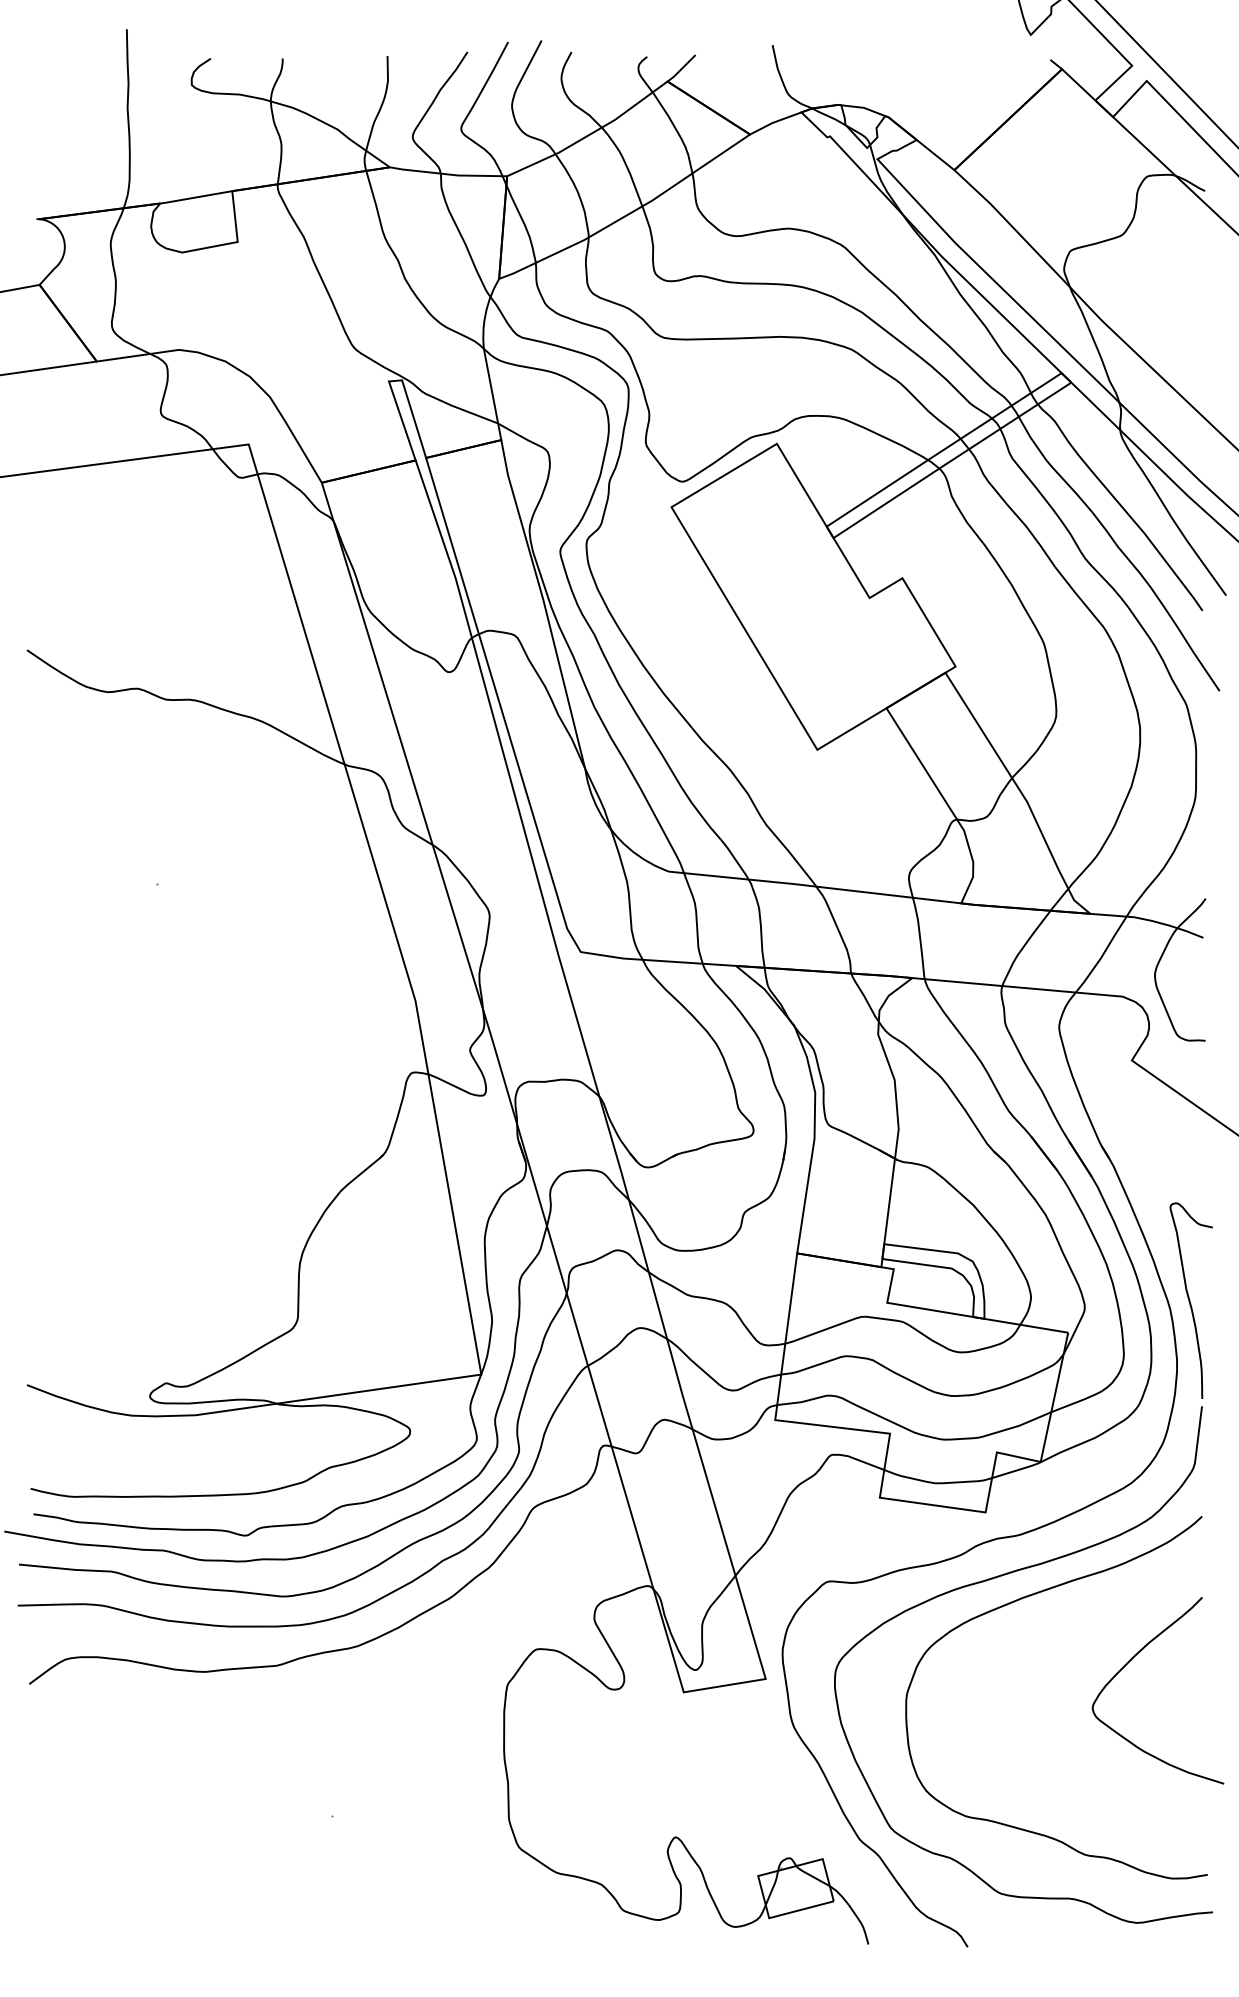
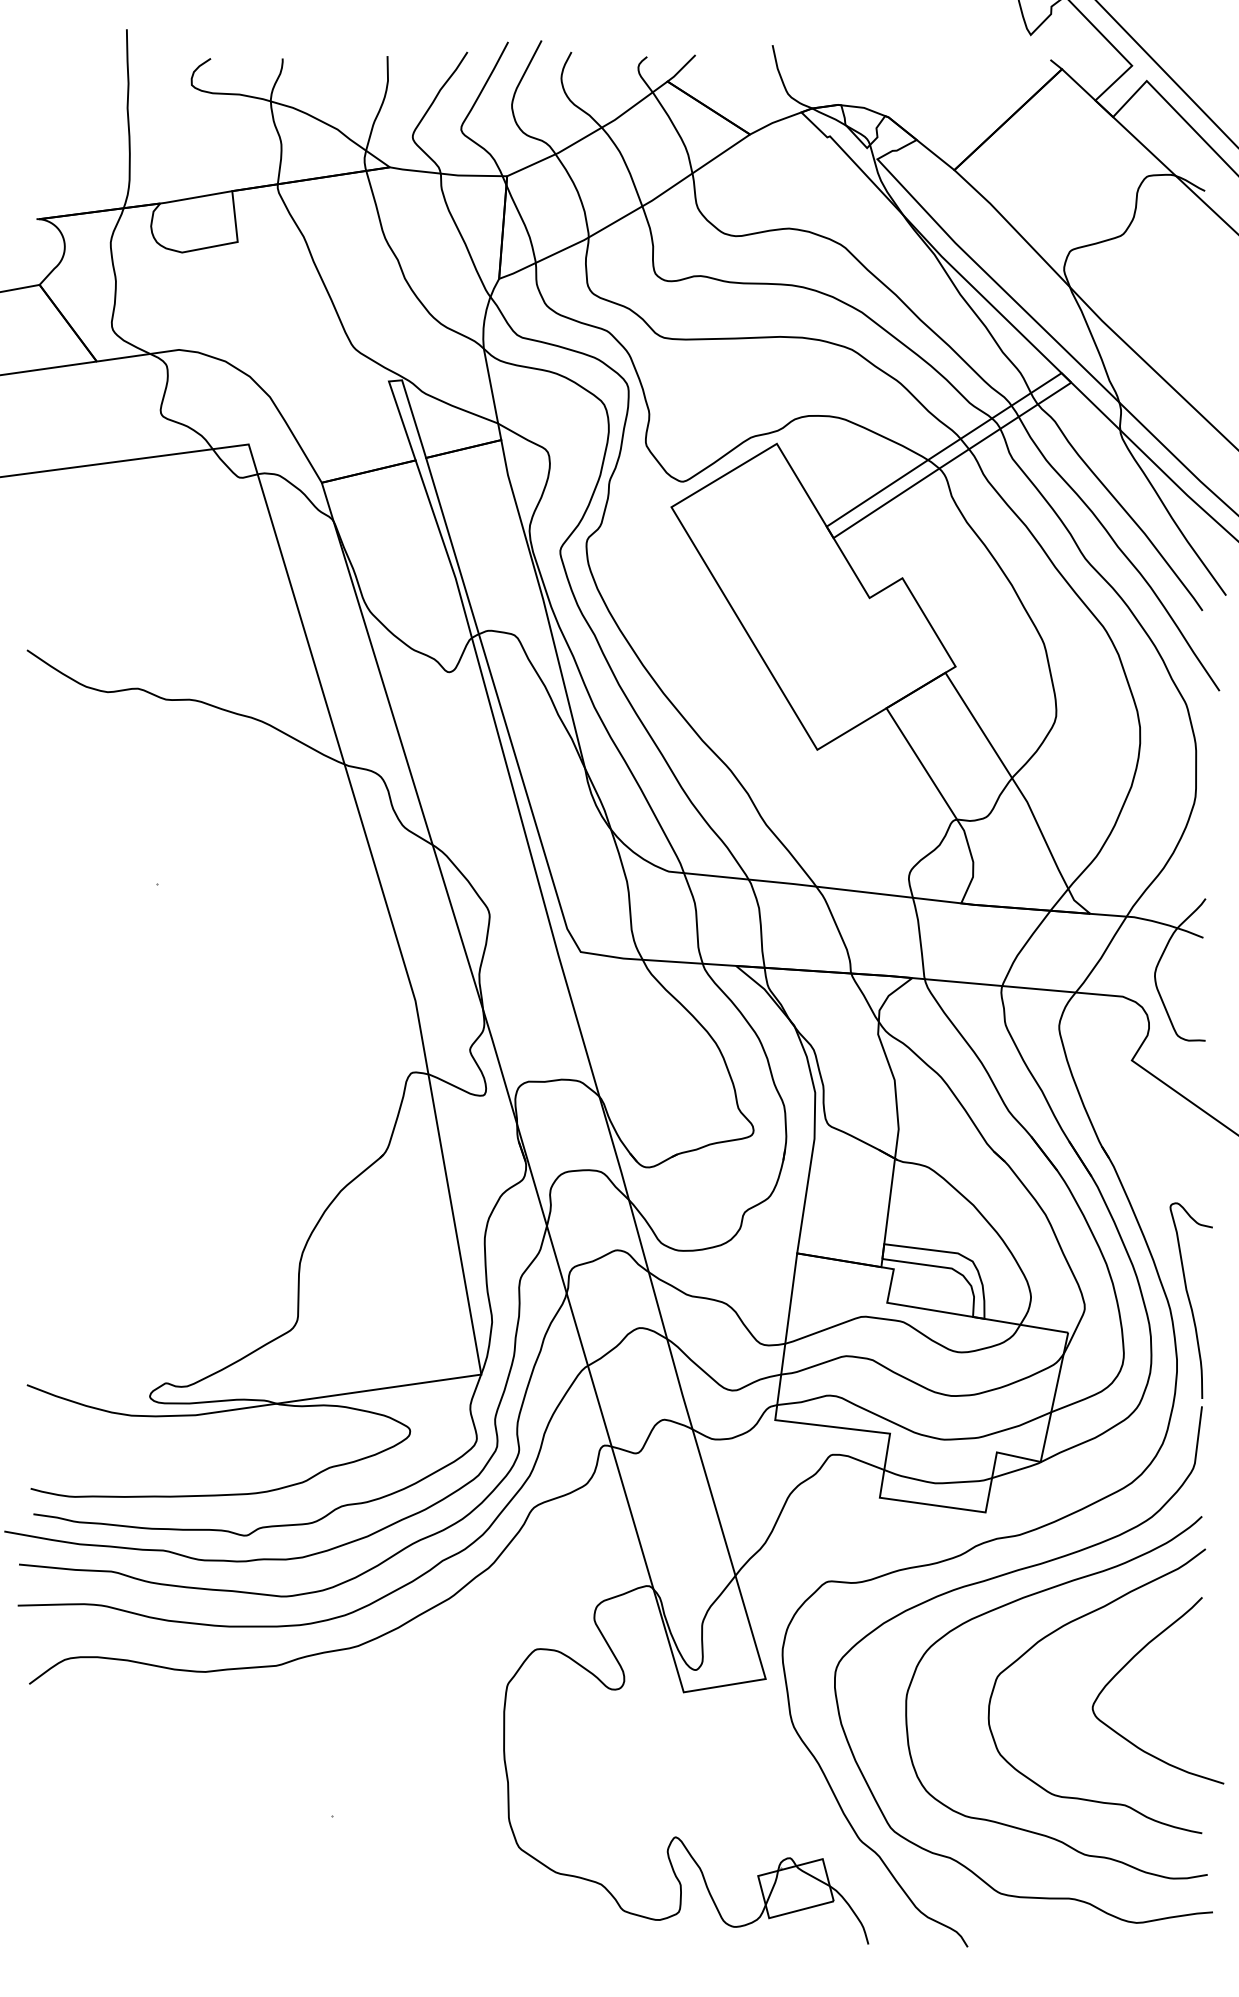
curve at (1061, 1628): none -> present
